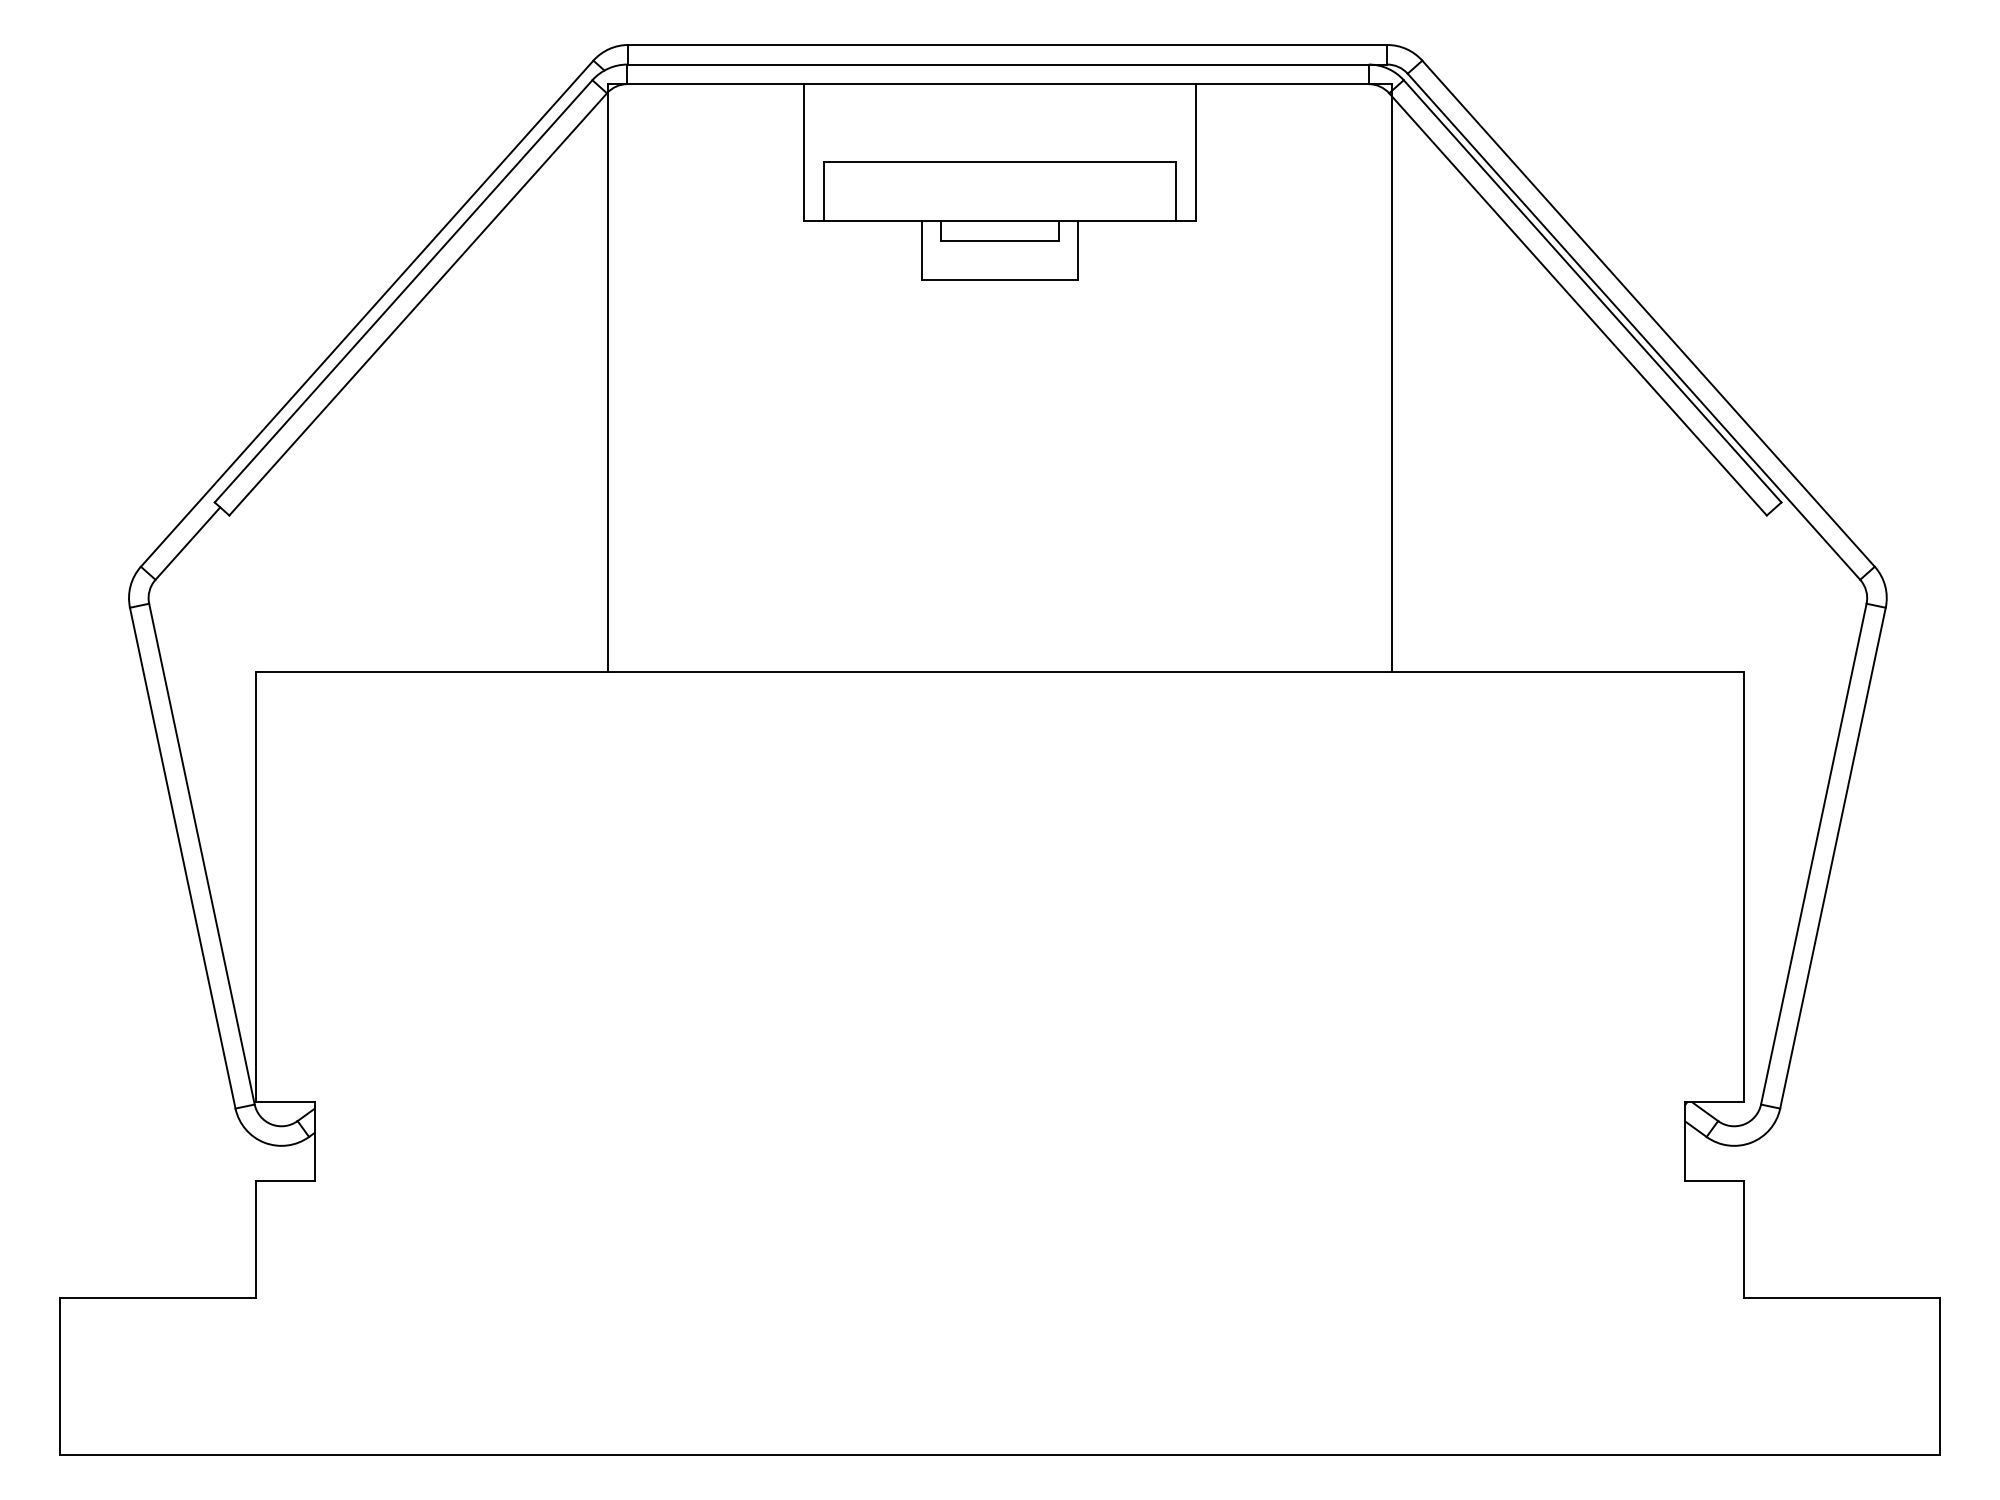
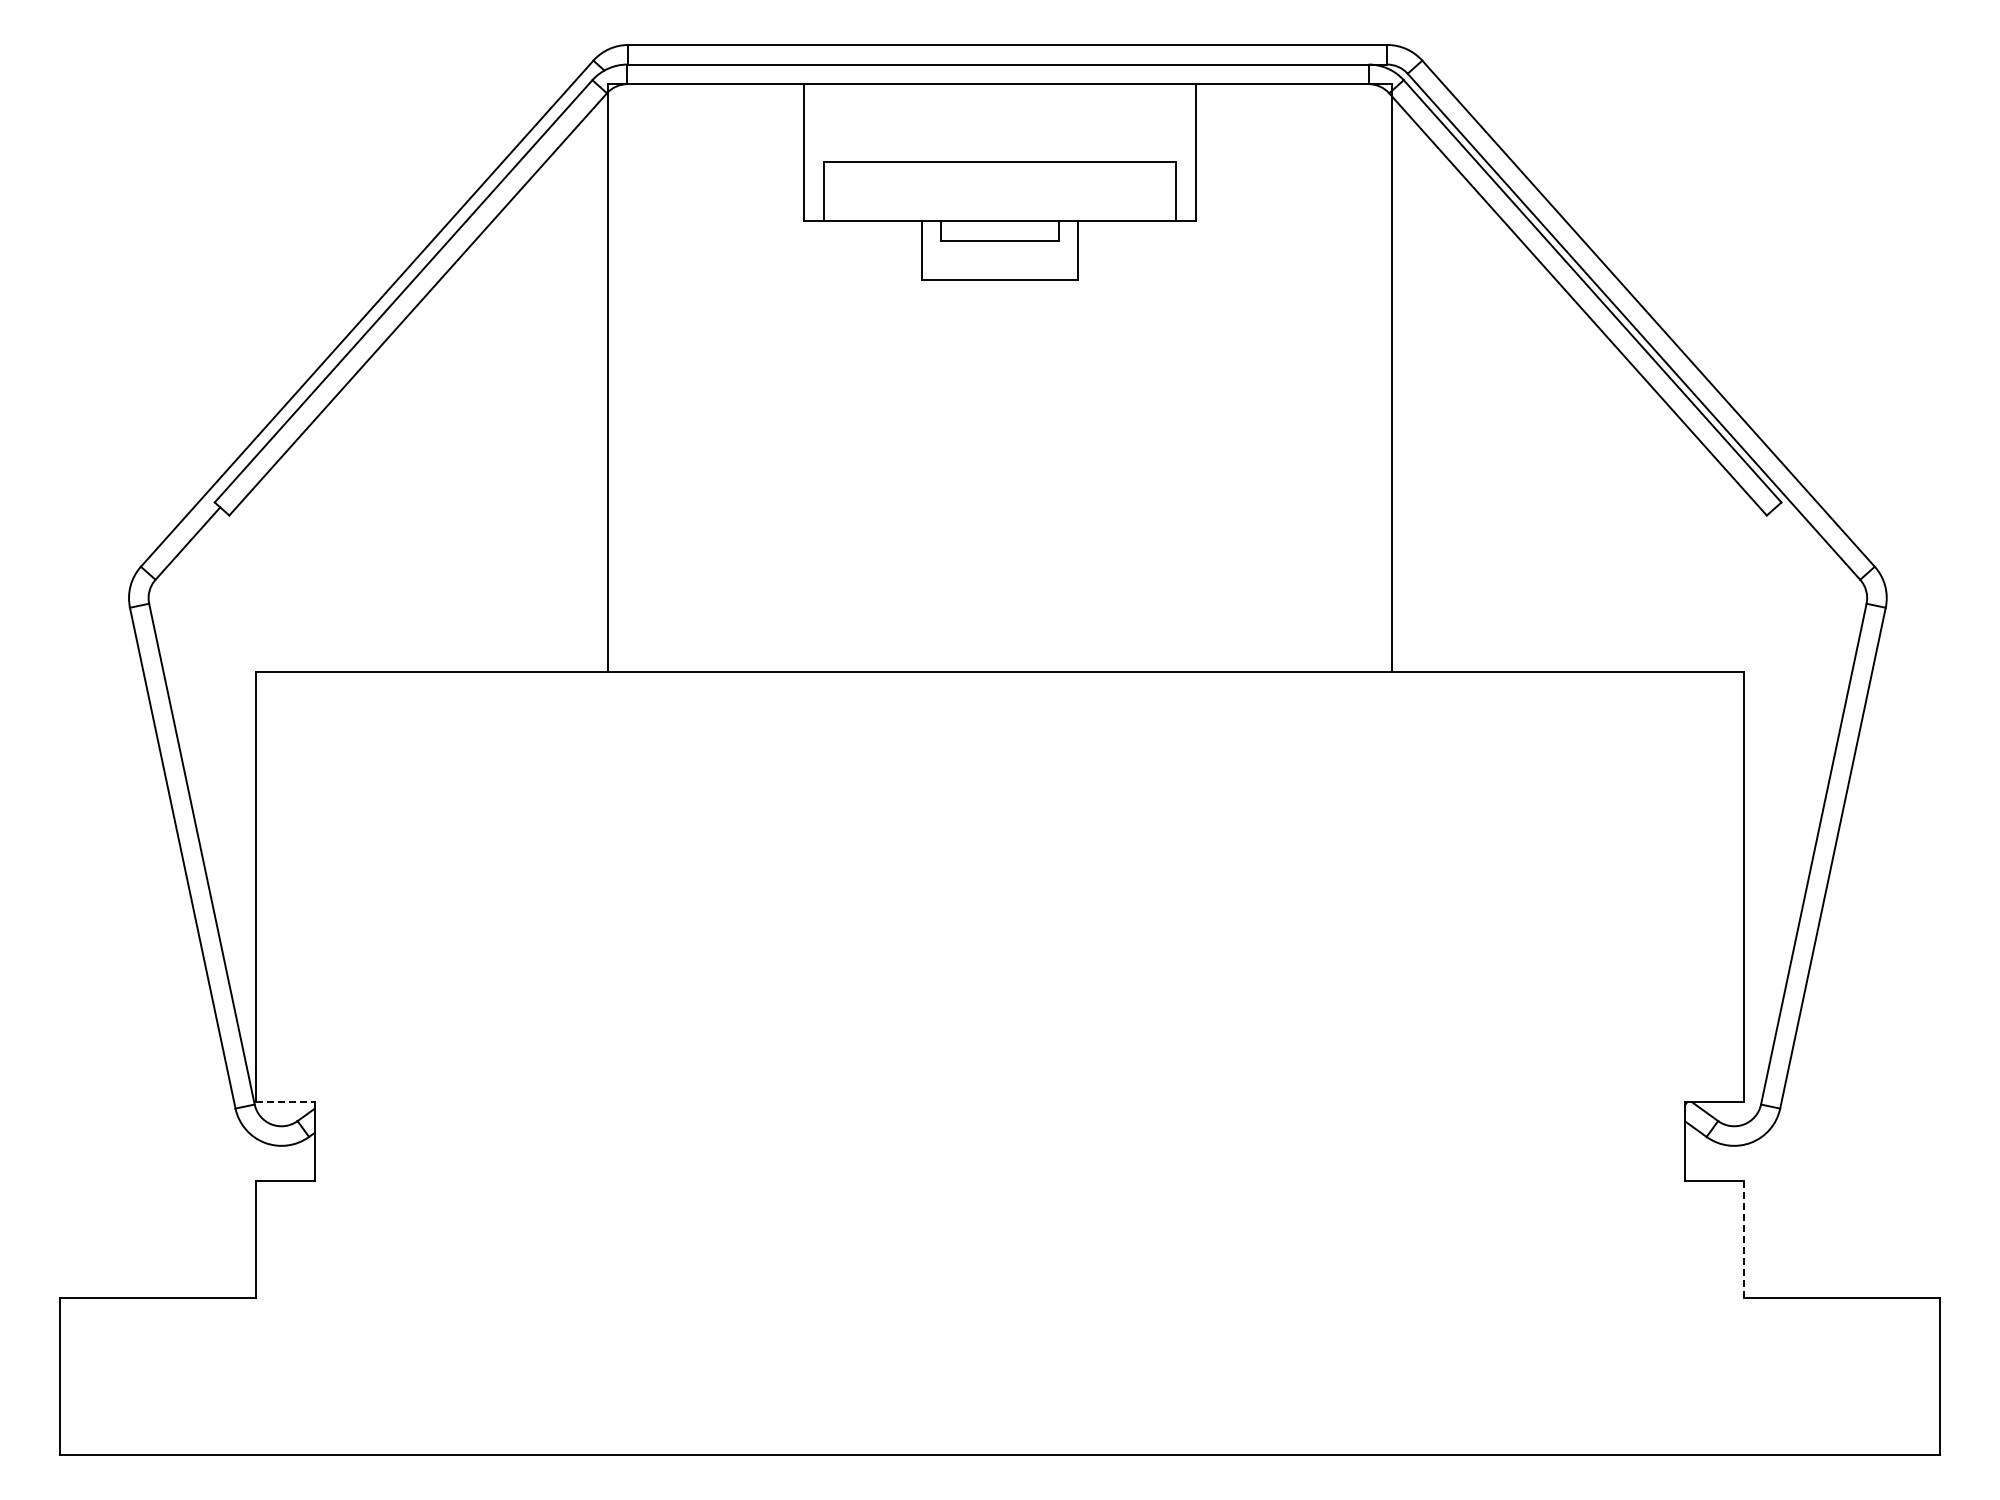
line at (285, 1102): solid -> dashed
line at (1744, 1239): solid -> dashed
